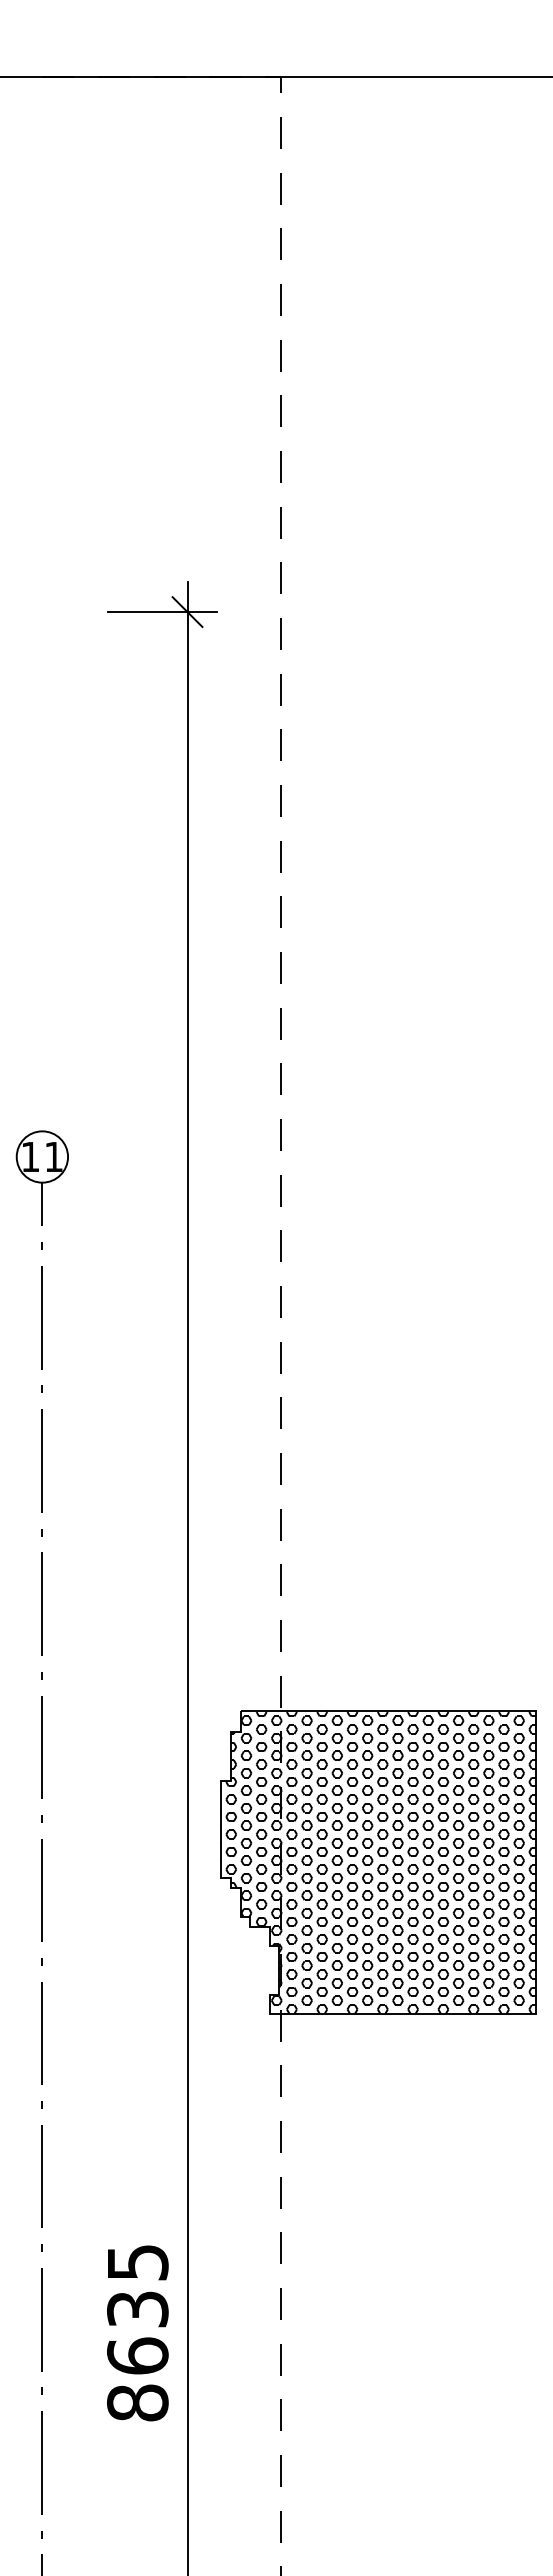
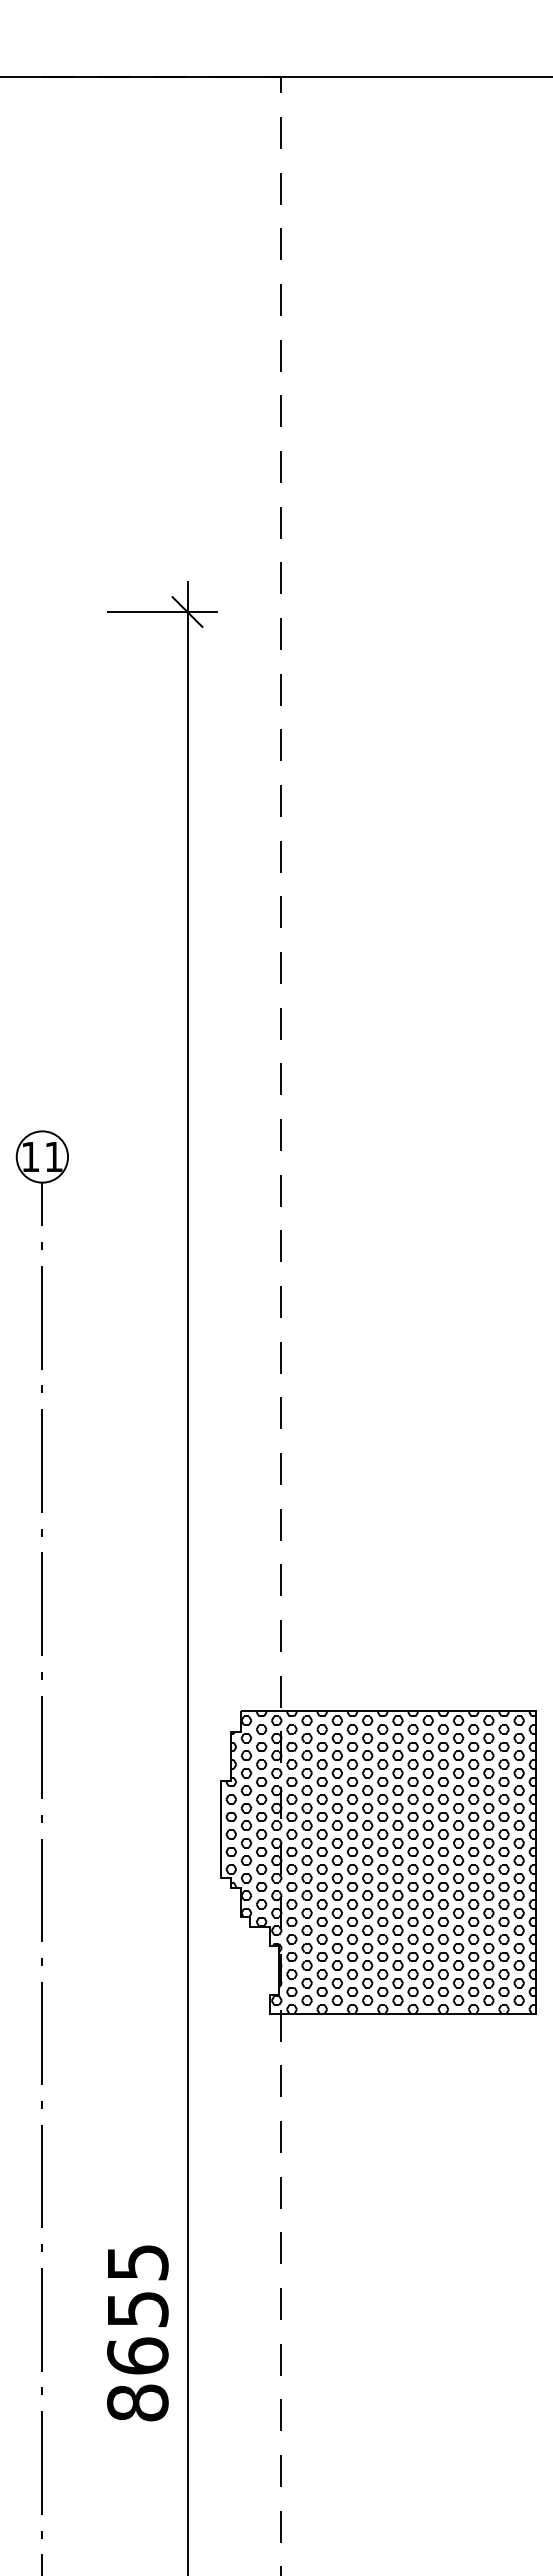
text at (137, 2308): 8635 -> 8655
